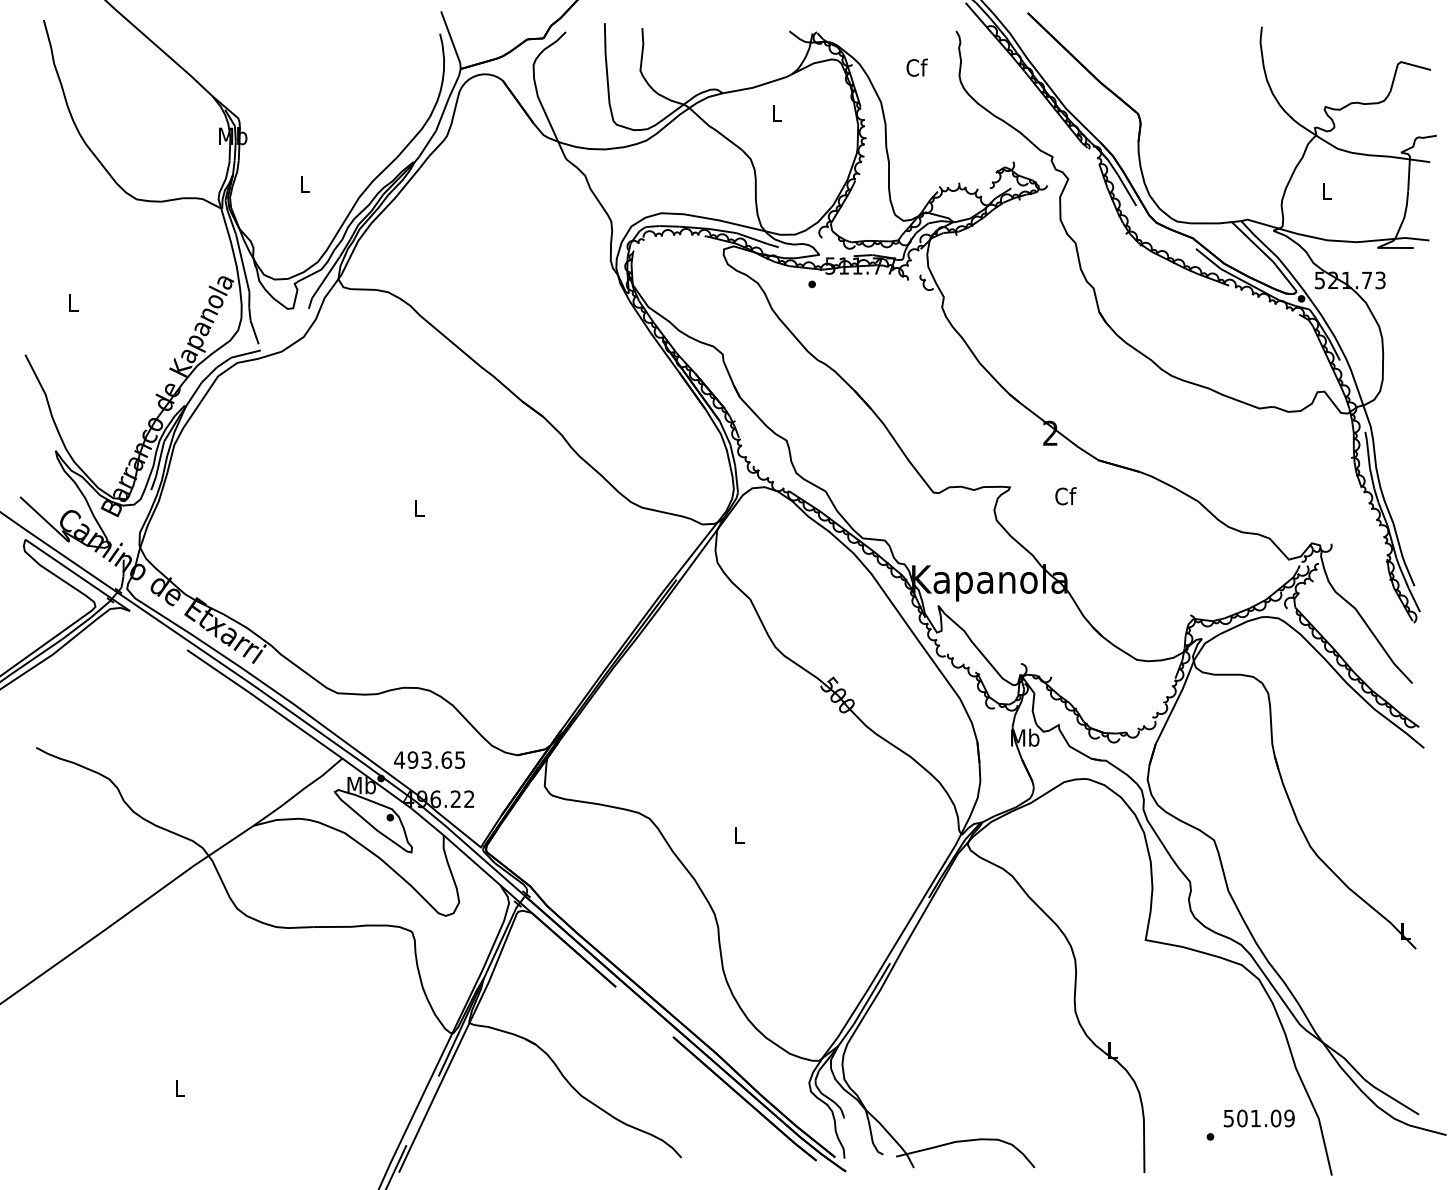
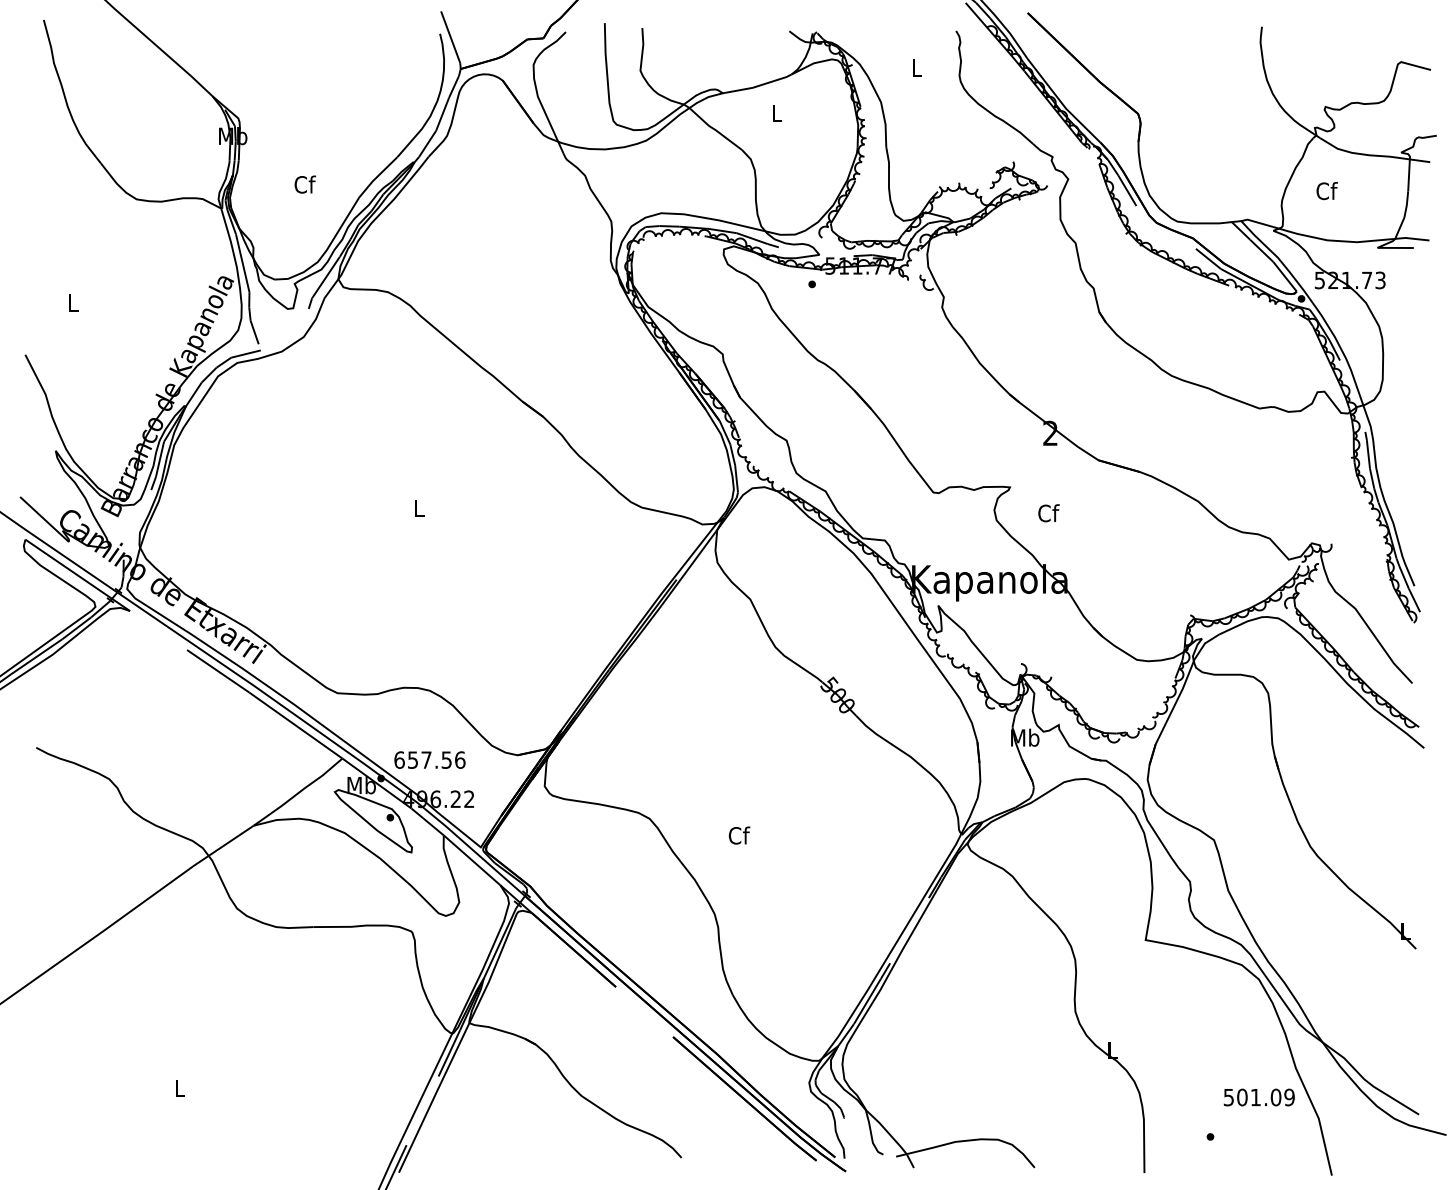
text at (916, 67): Cf -> L
text at (304, 184): L -> Cf
text at (1326, 191): L -> Cf
text at (1065, 496) position: (1065, 496) -> (1048, 513)
text at (429, 759): 493.65 -> 657.56
text at (739, 835): L -> Cf
text at (1258, 1118) position: (1258, 1118) -> (1258, 1097)
